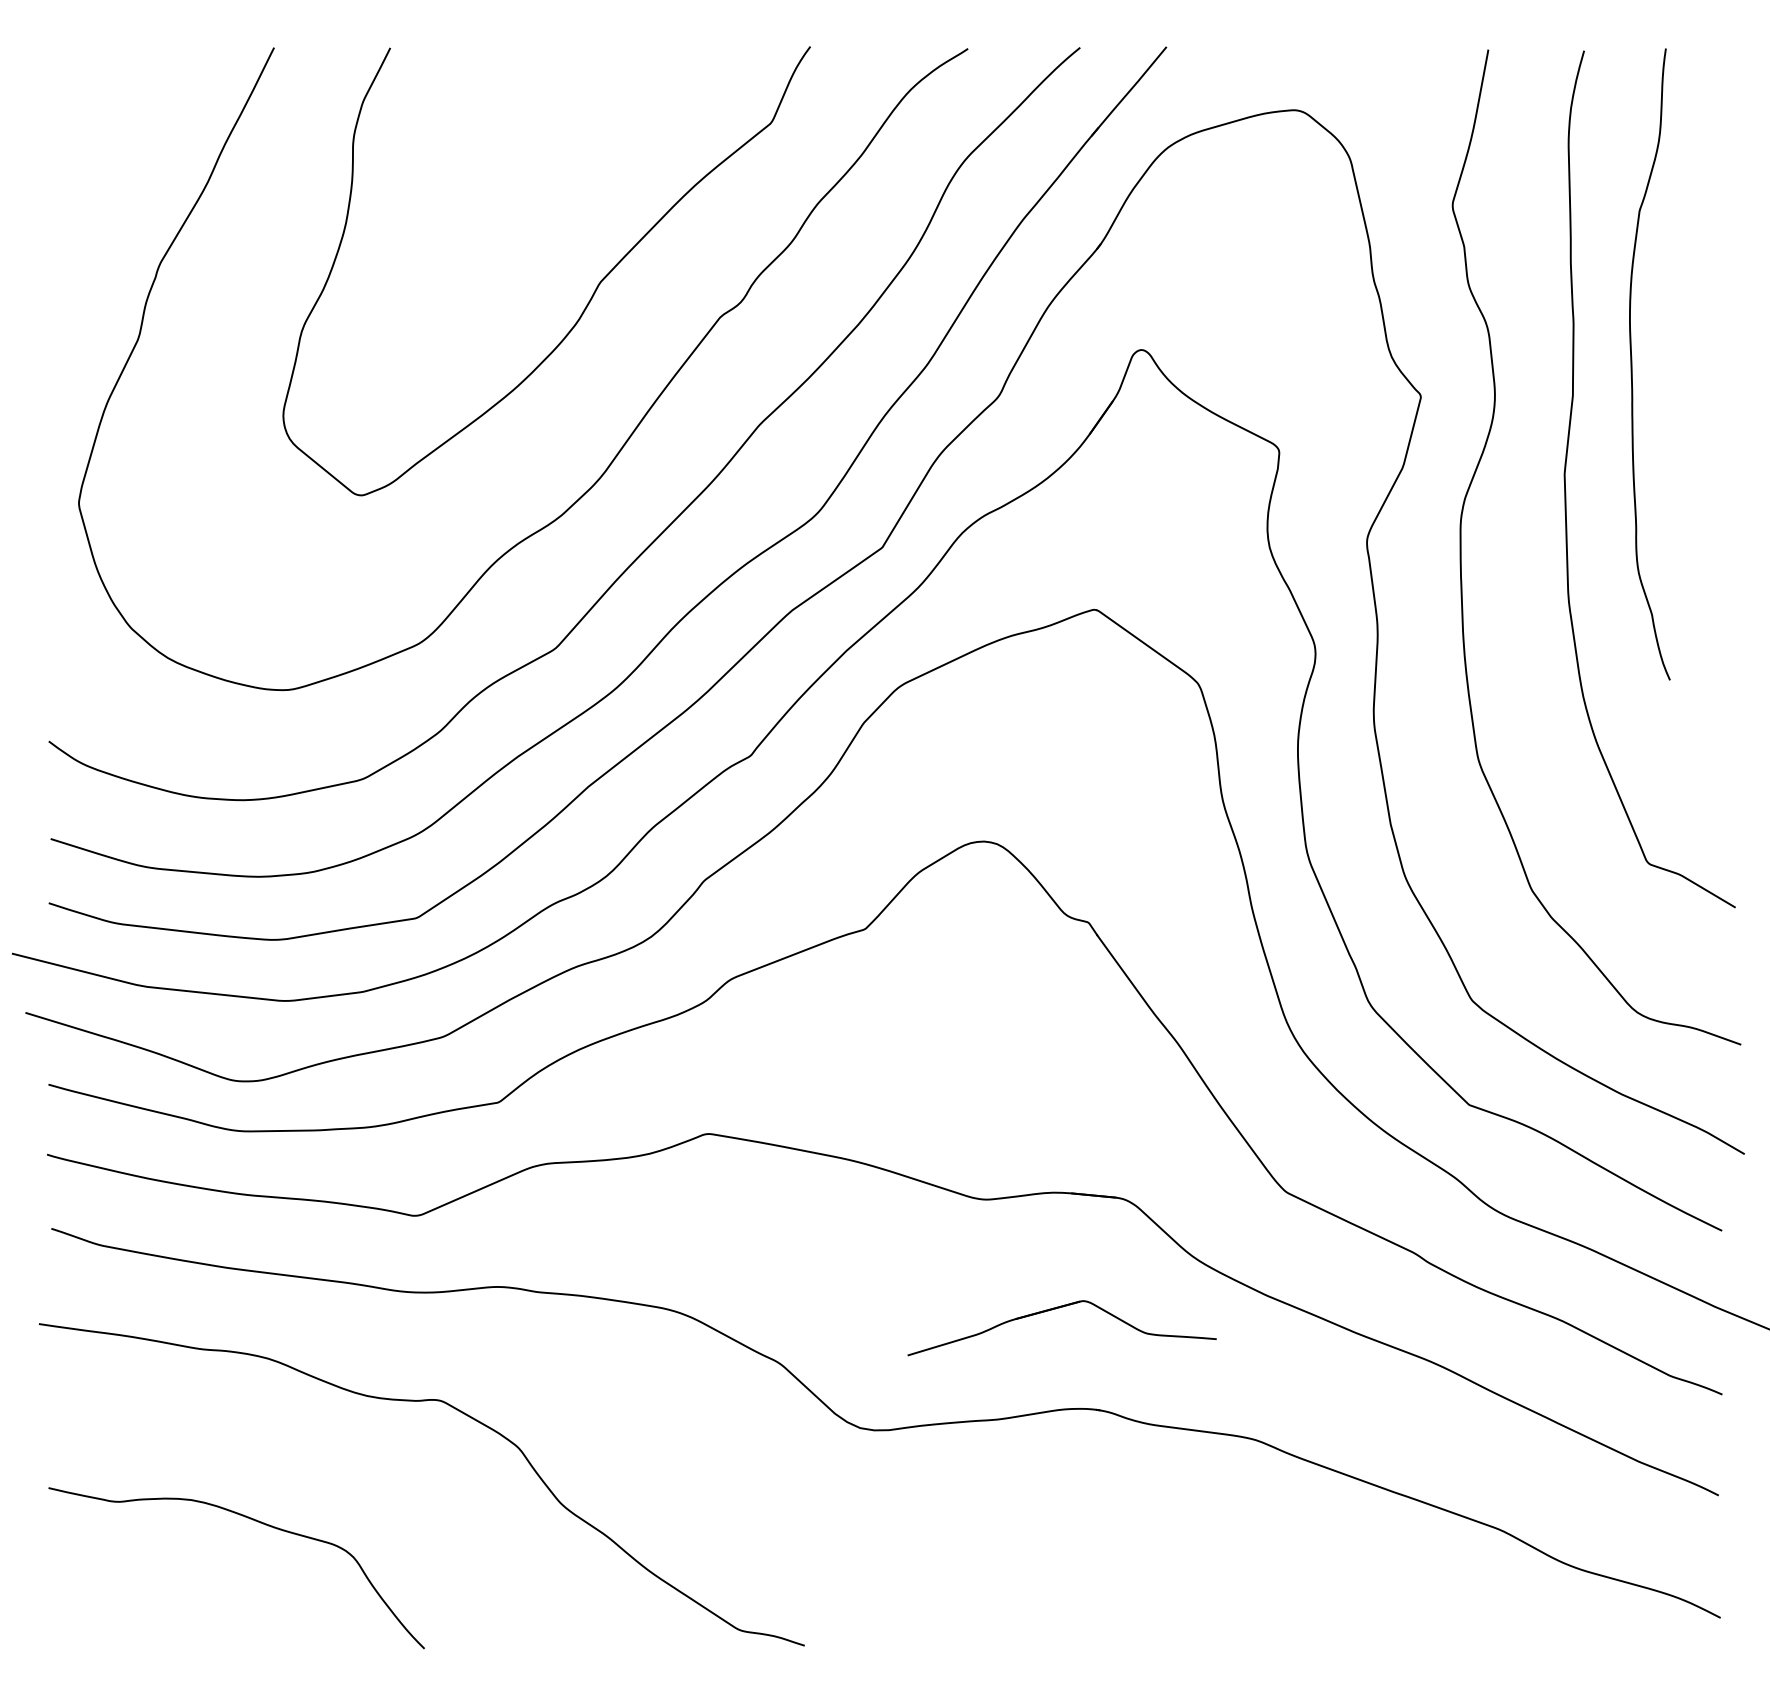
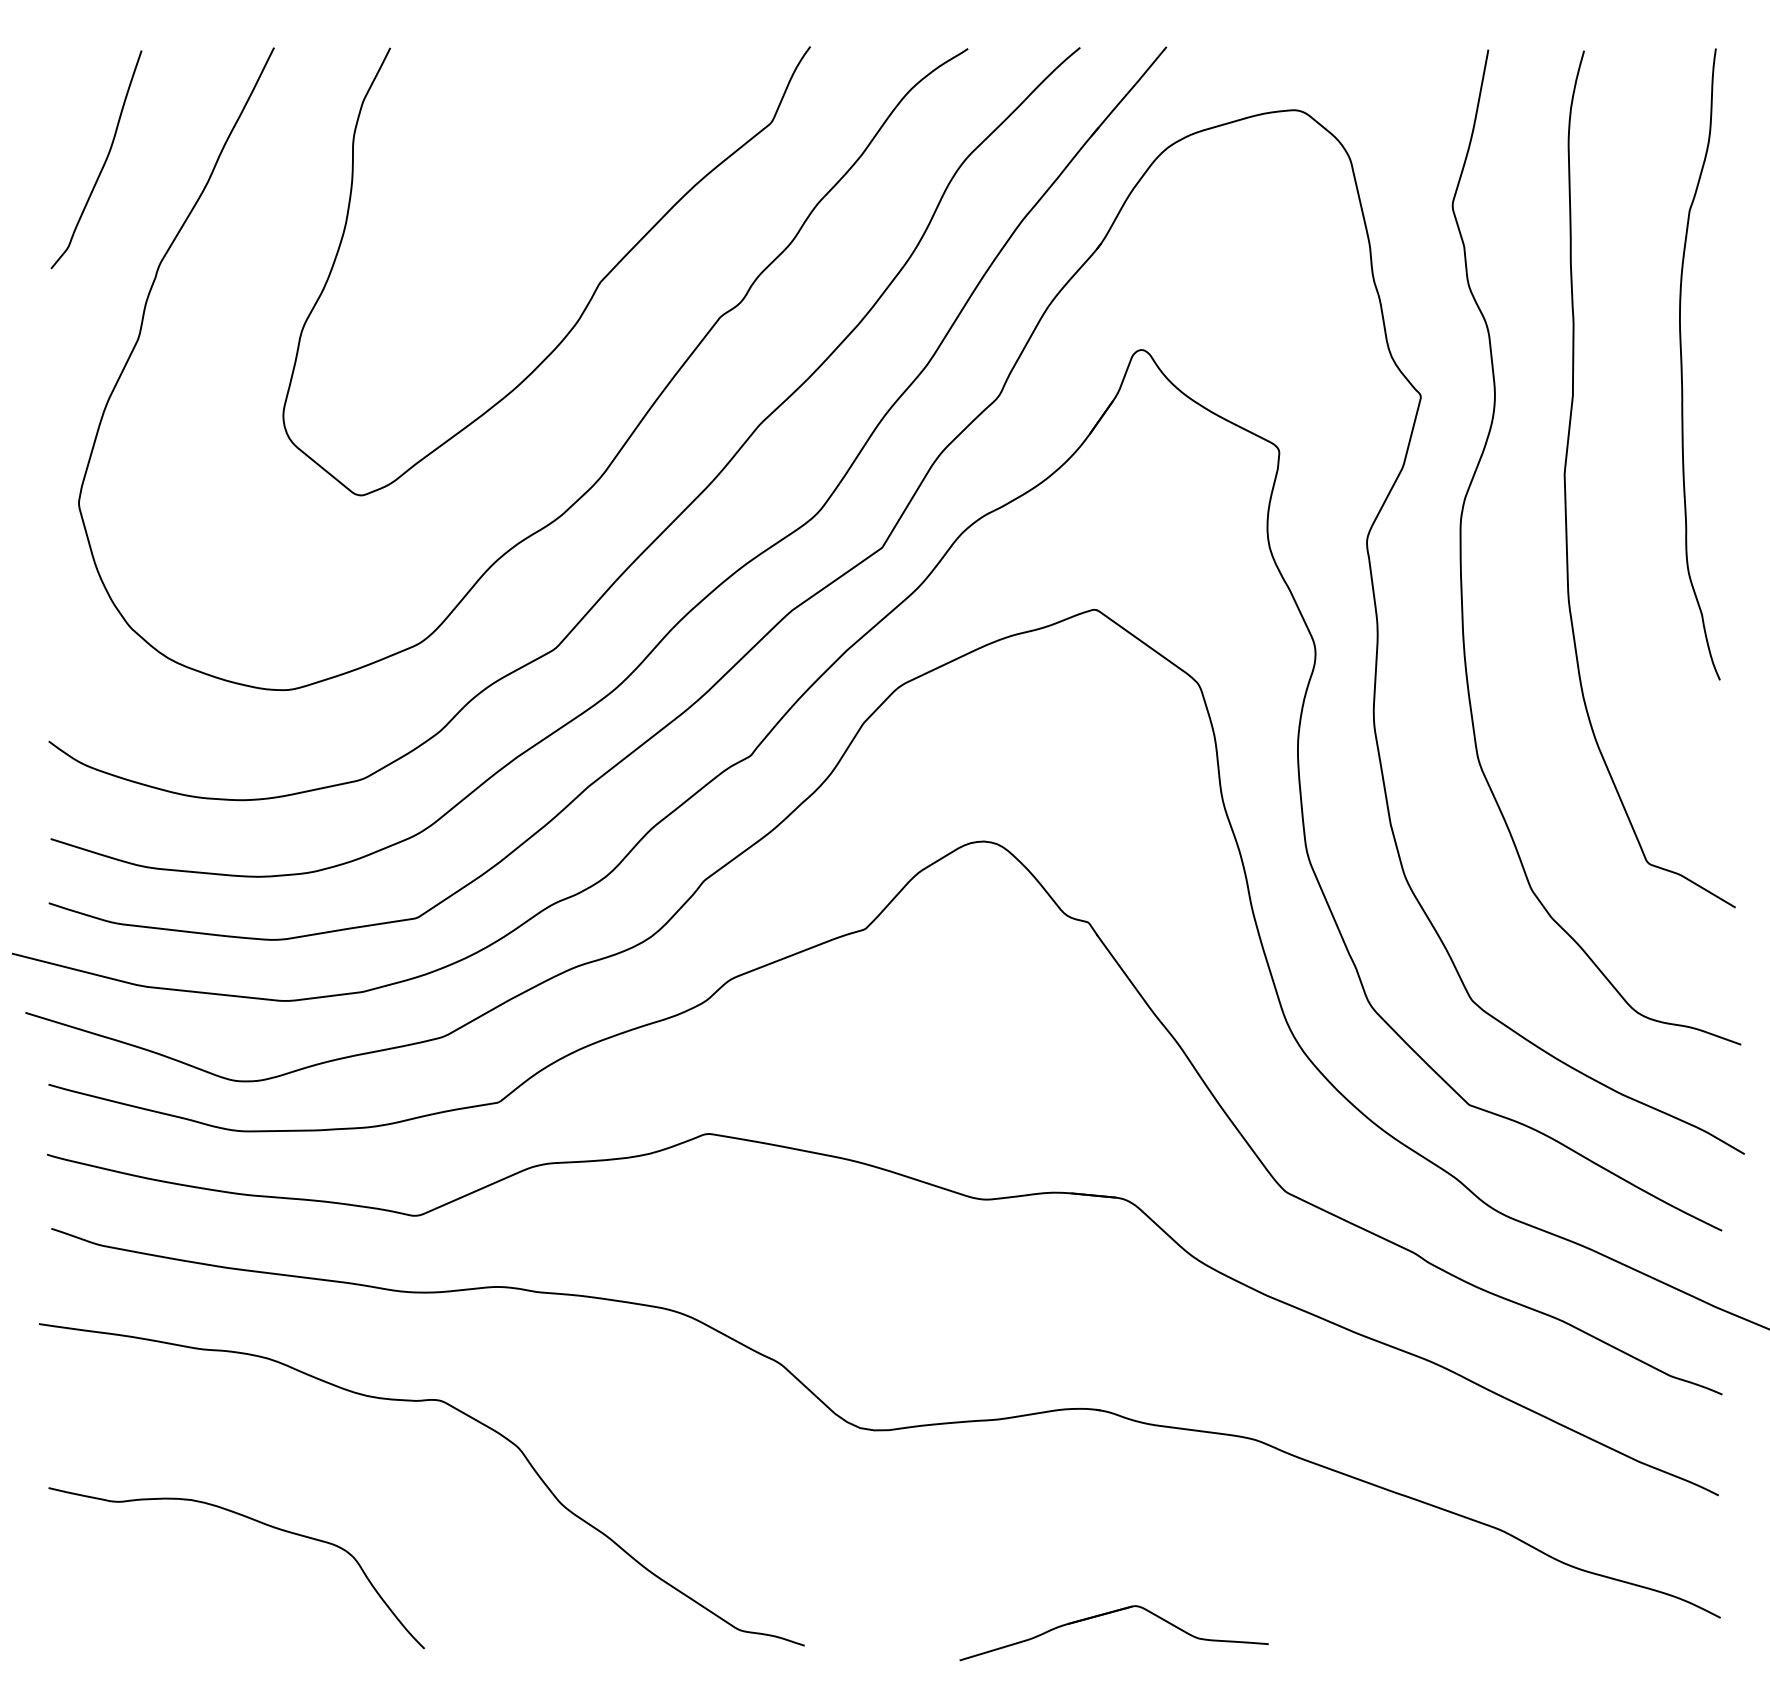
curve at (103, 163): none -> present
curve at (1632, 364) position: (1632, 364) -> (1682, 364)
part at (1055, 1309) position: (1055, 1309) -> (1107, 1614)
